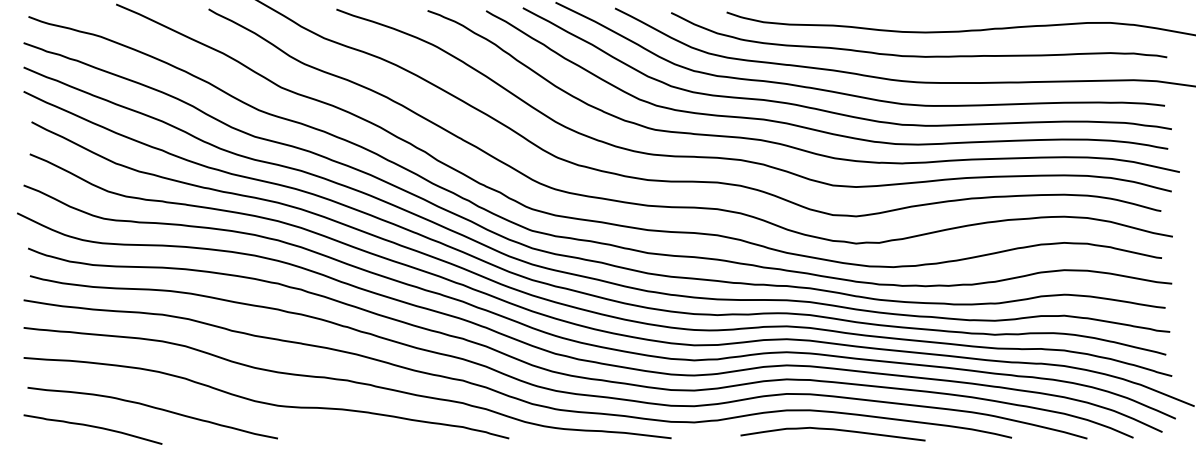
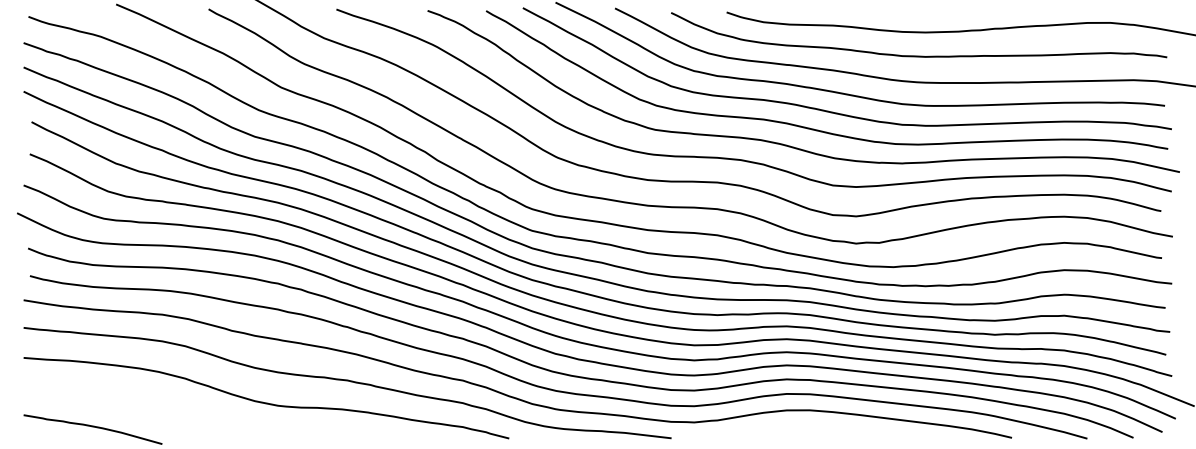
curve at (153, 408): present -> none
curve at (832, 430): present -> none
